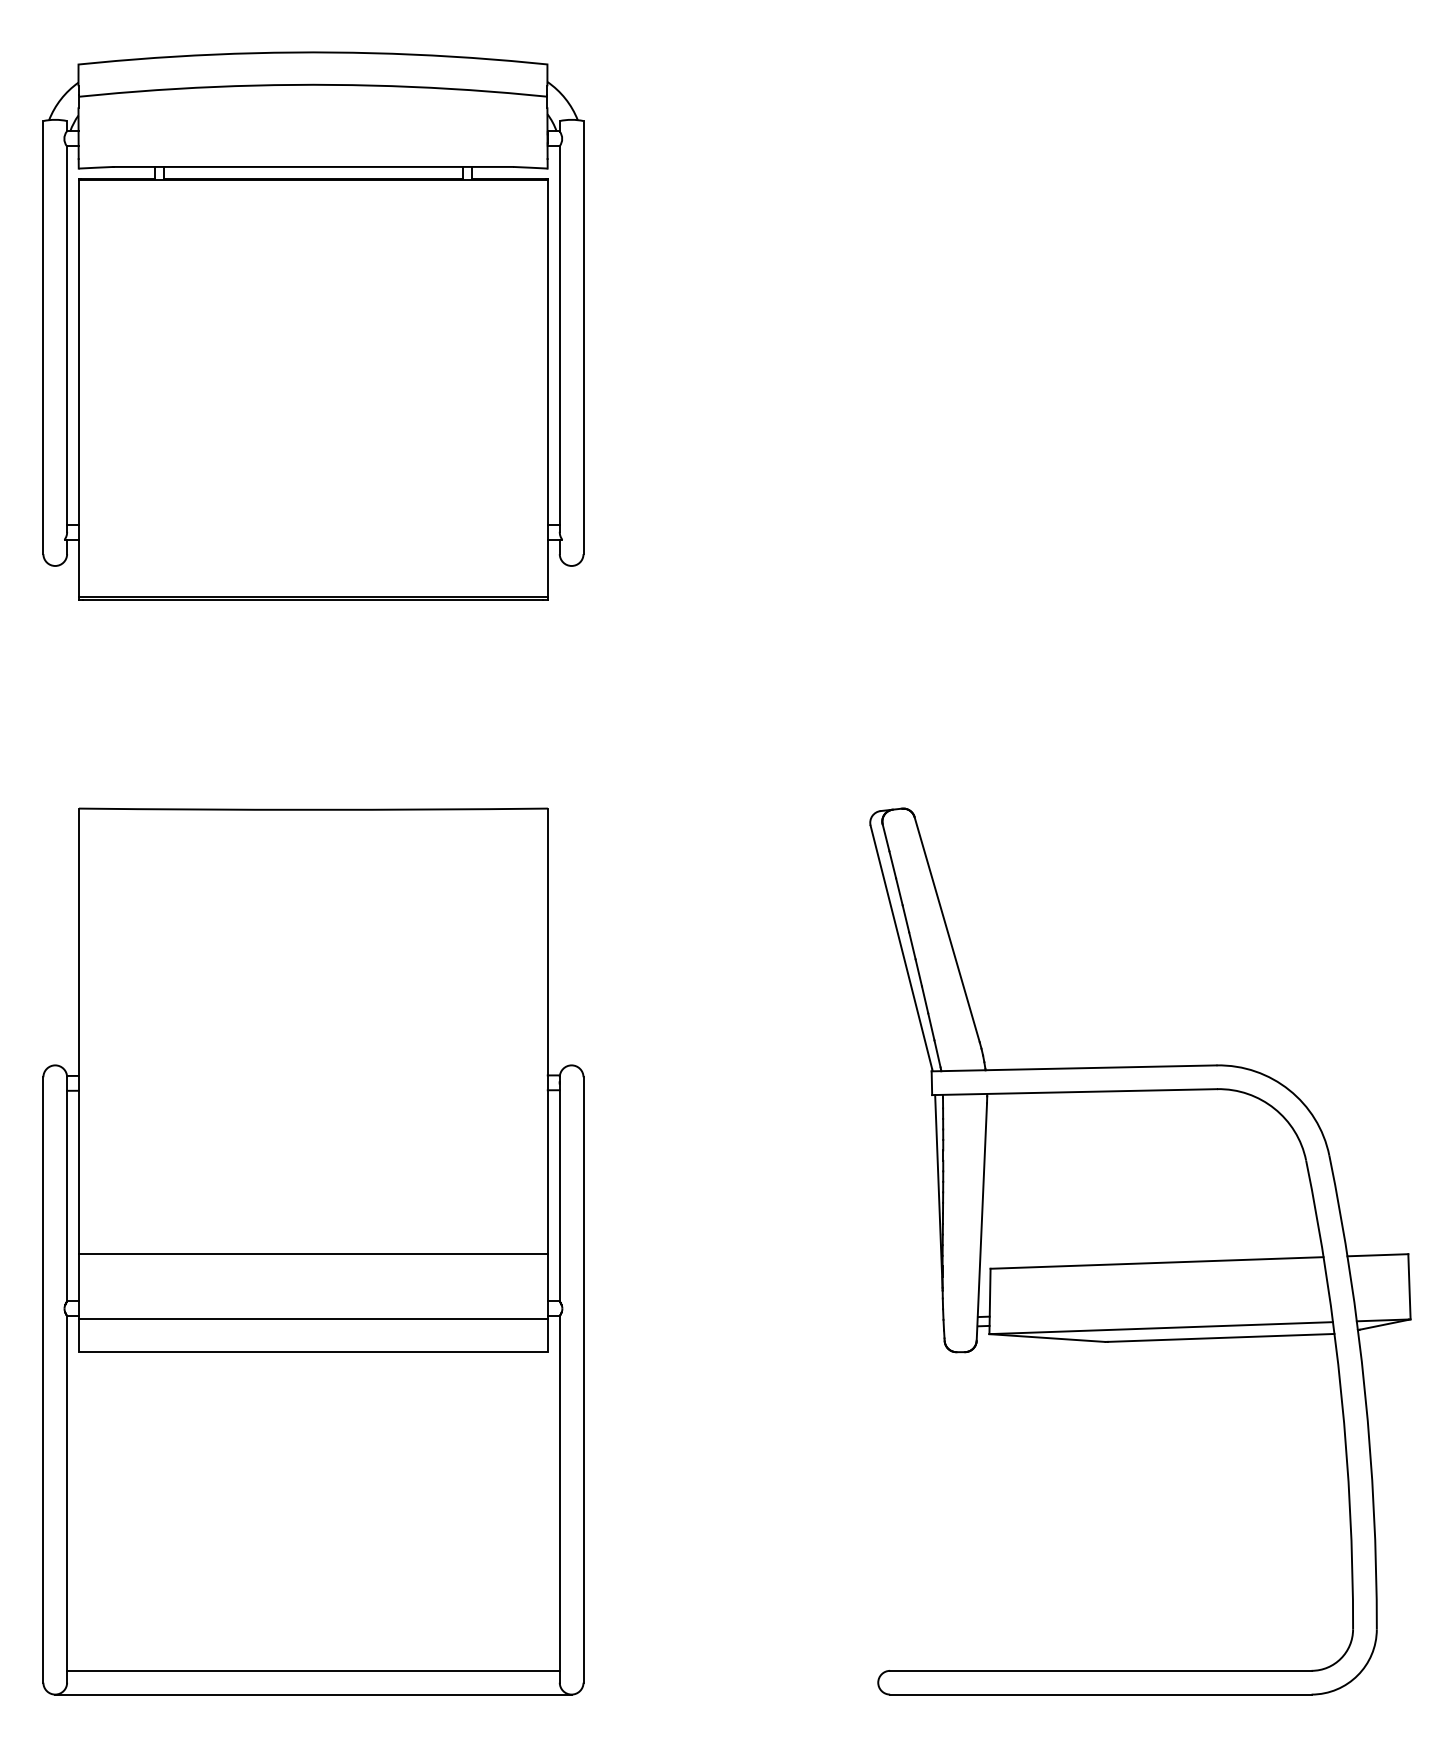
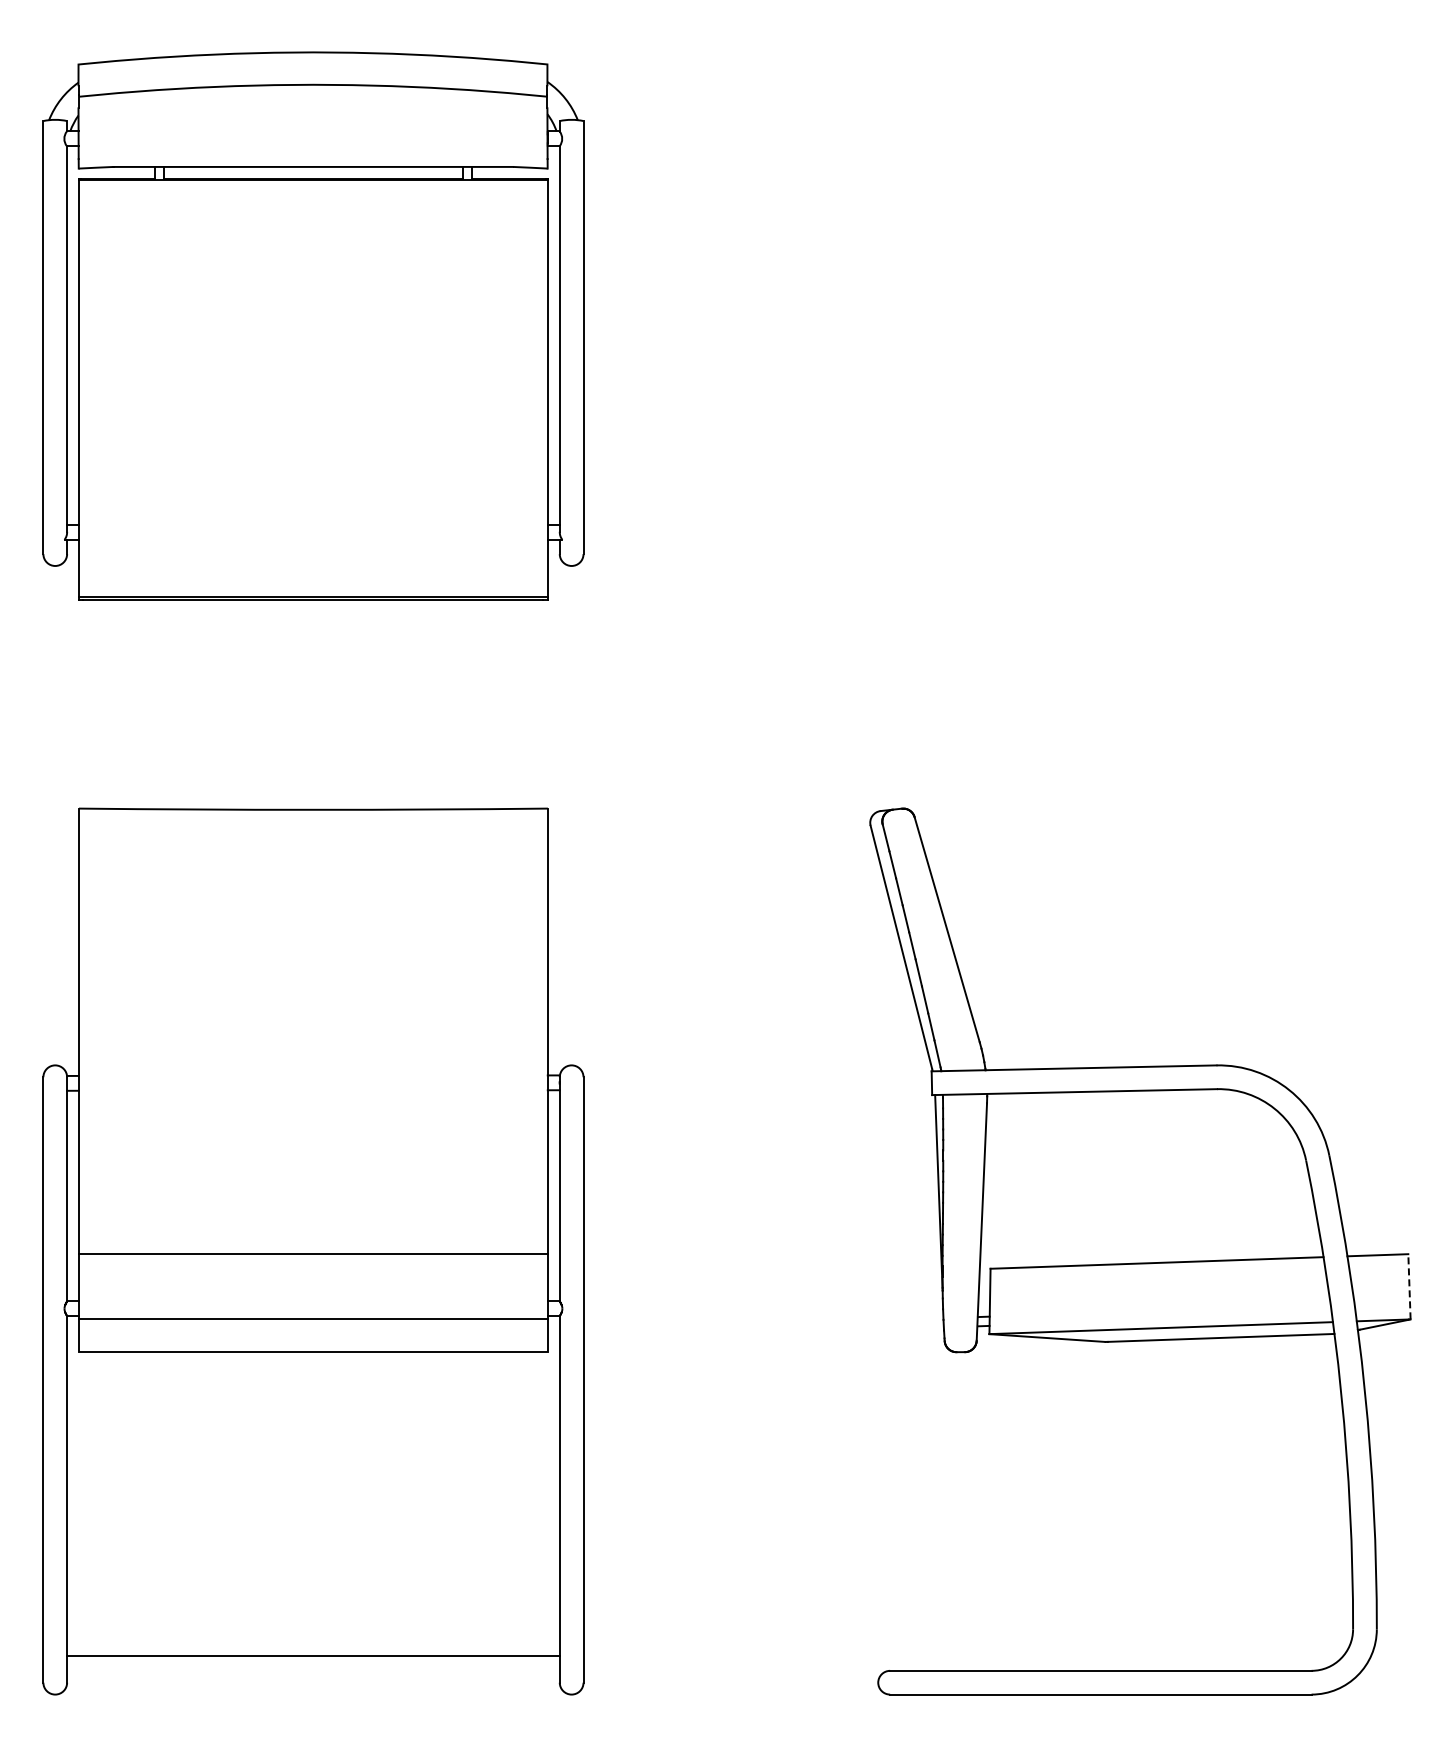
line at (1409, 1286): solid -> dashed
line at (313, 1670) position: (313, 1670) -> (313, 1655)
line at (313, 1694): present -> none
